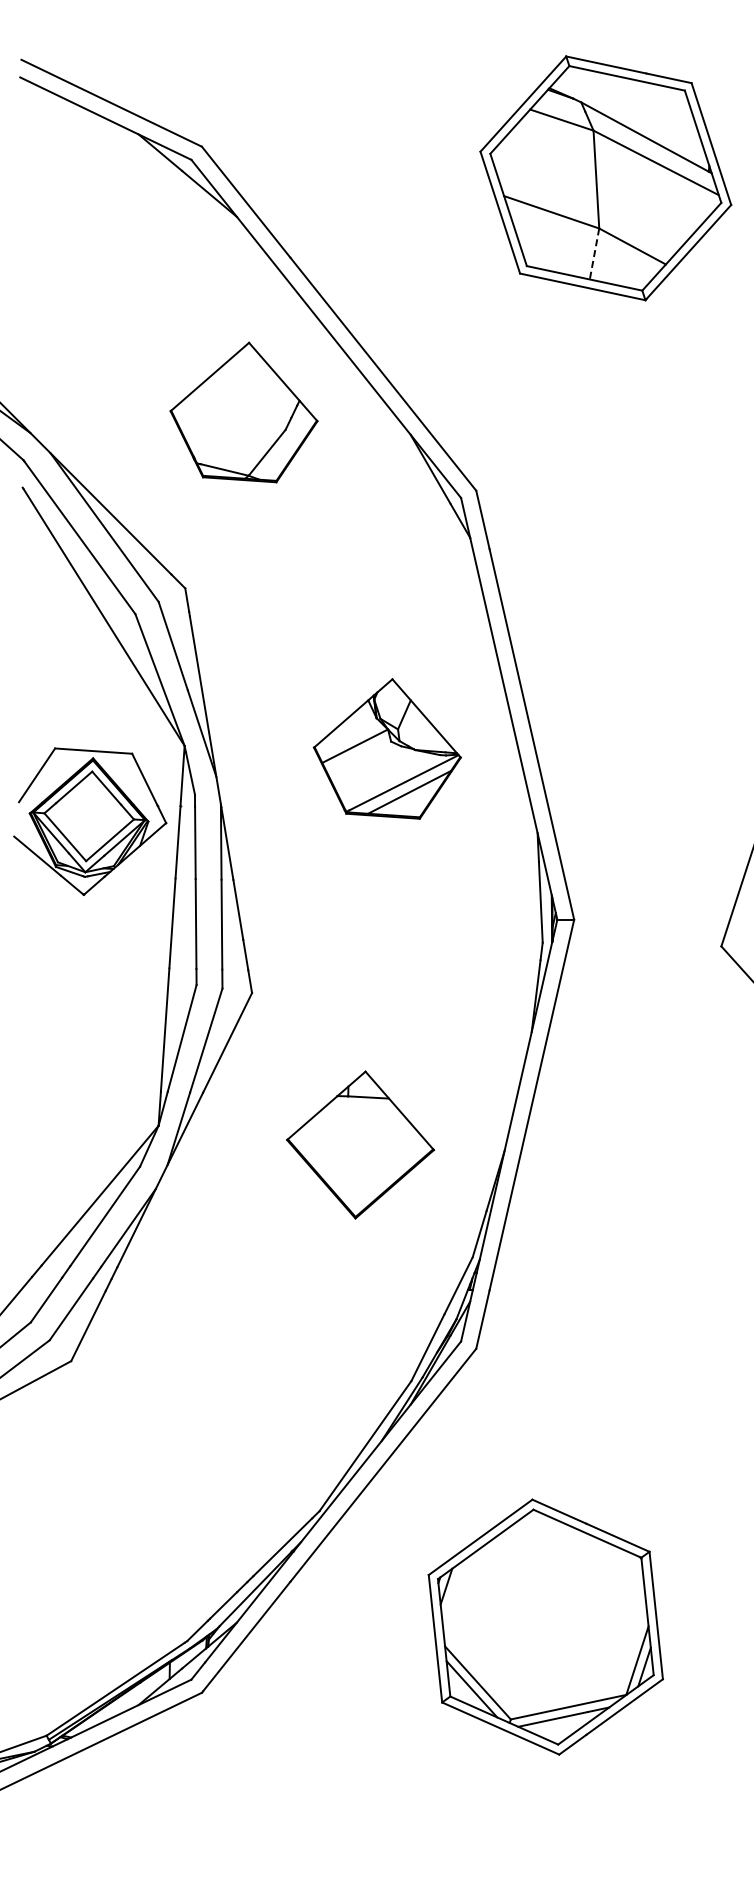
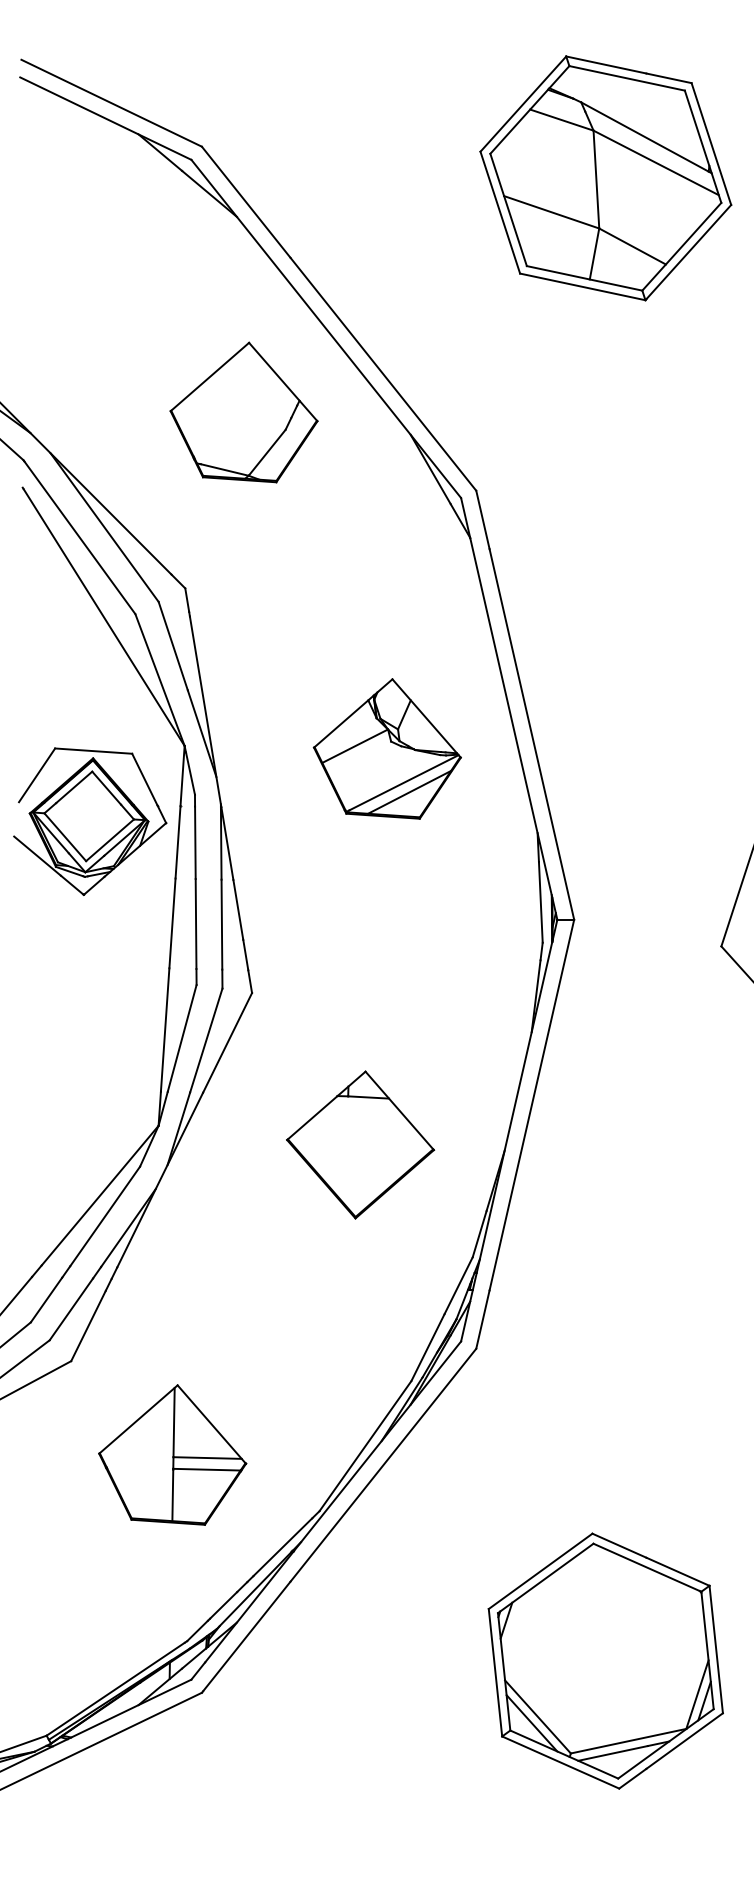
line at (594, 254): dashed -> solid
part at (172, 1454): none -> present
part at (545, 1626) position: (545, 1626) -> (605, 1660)
